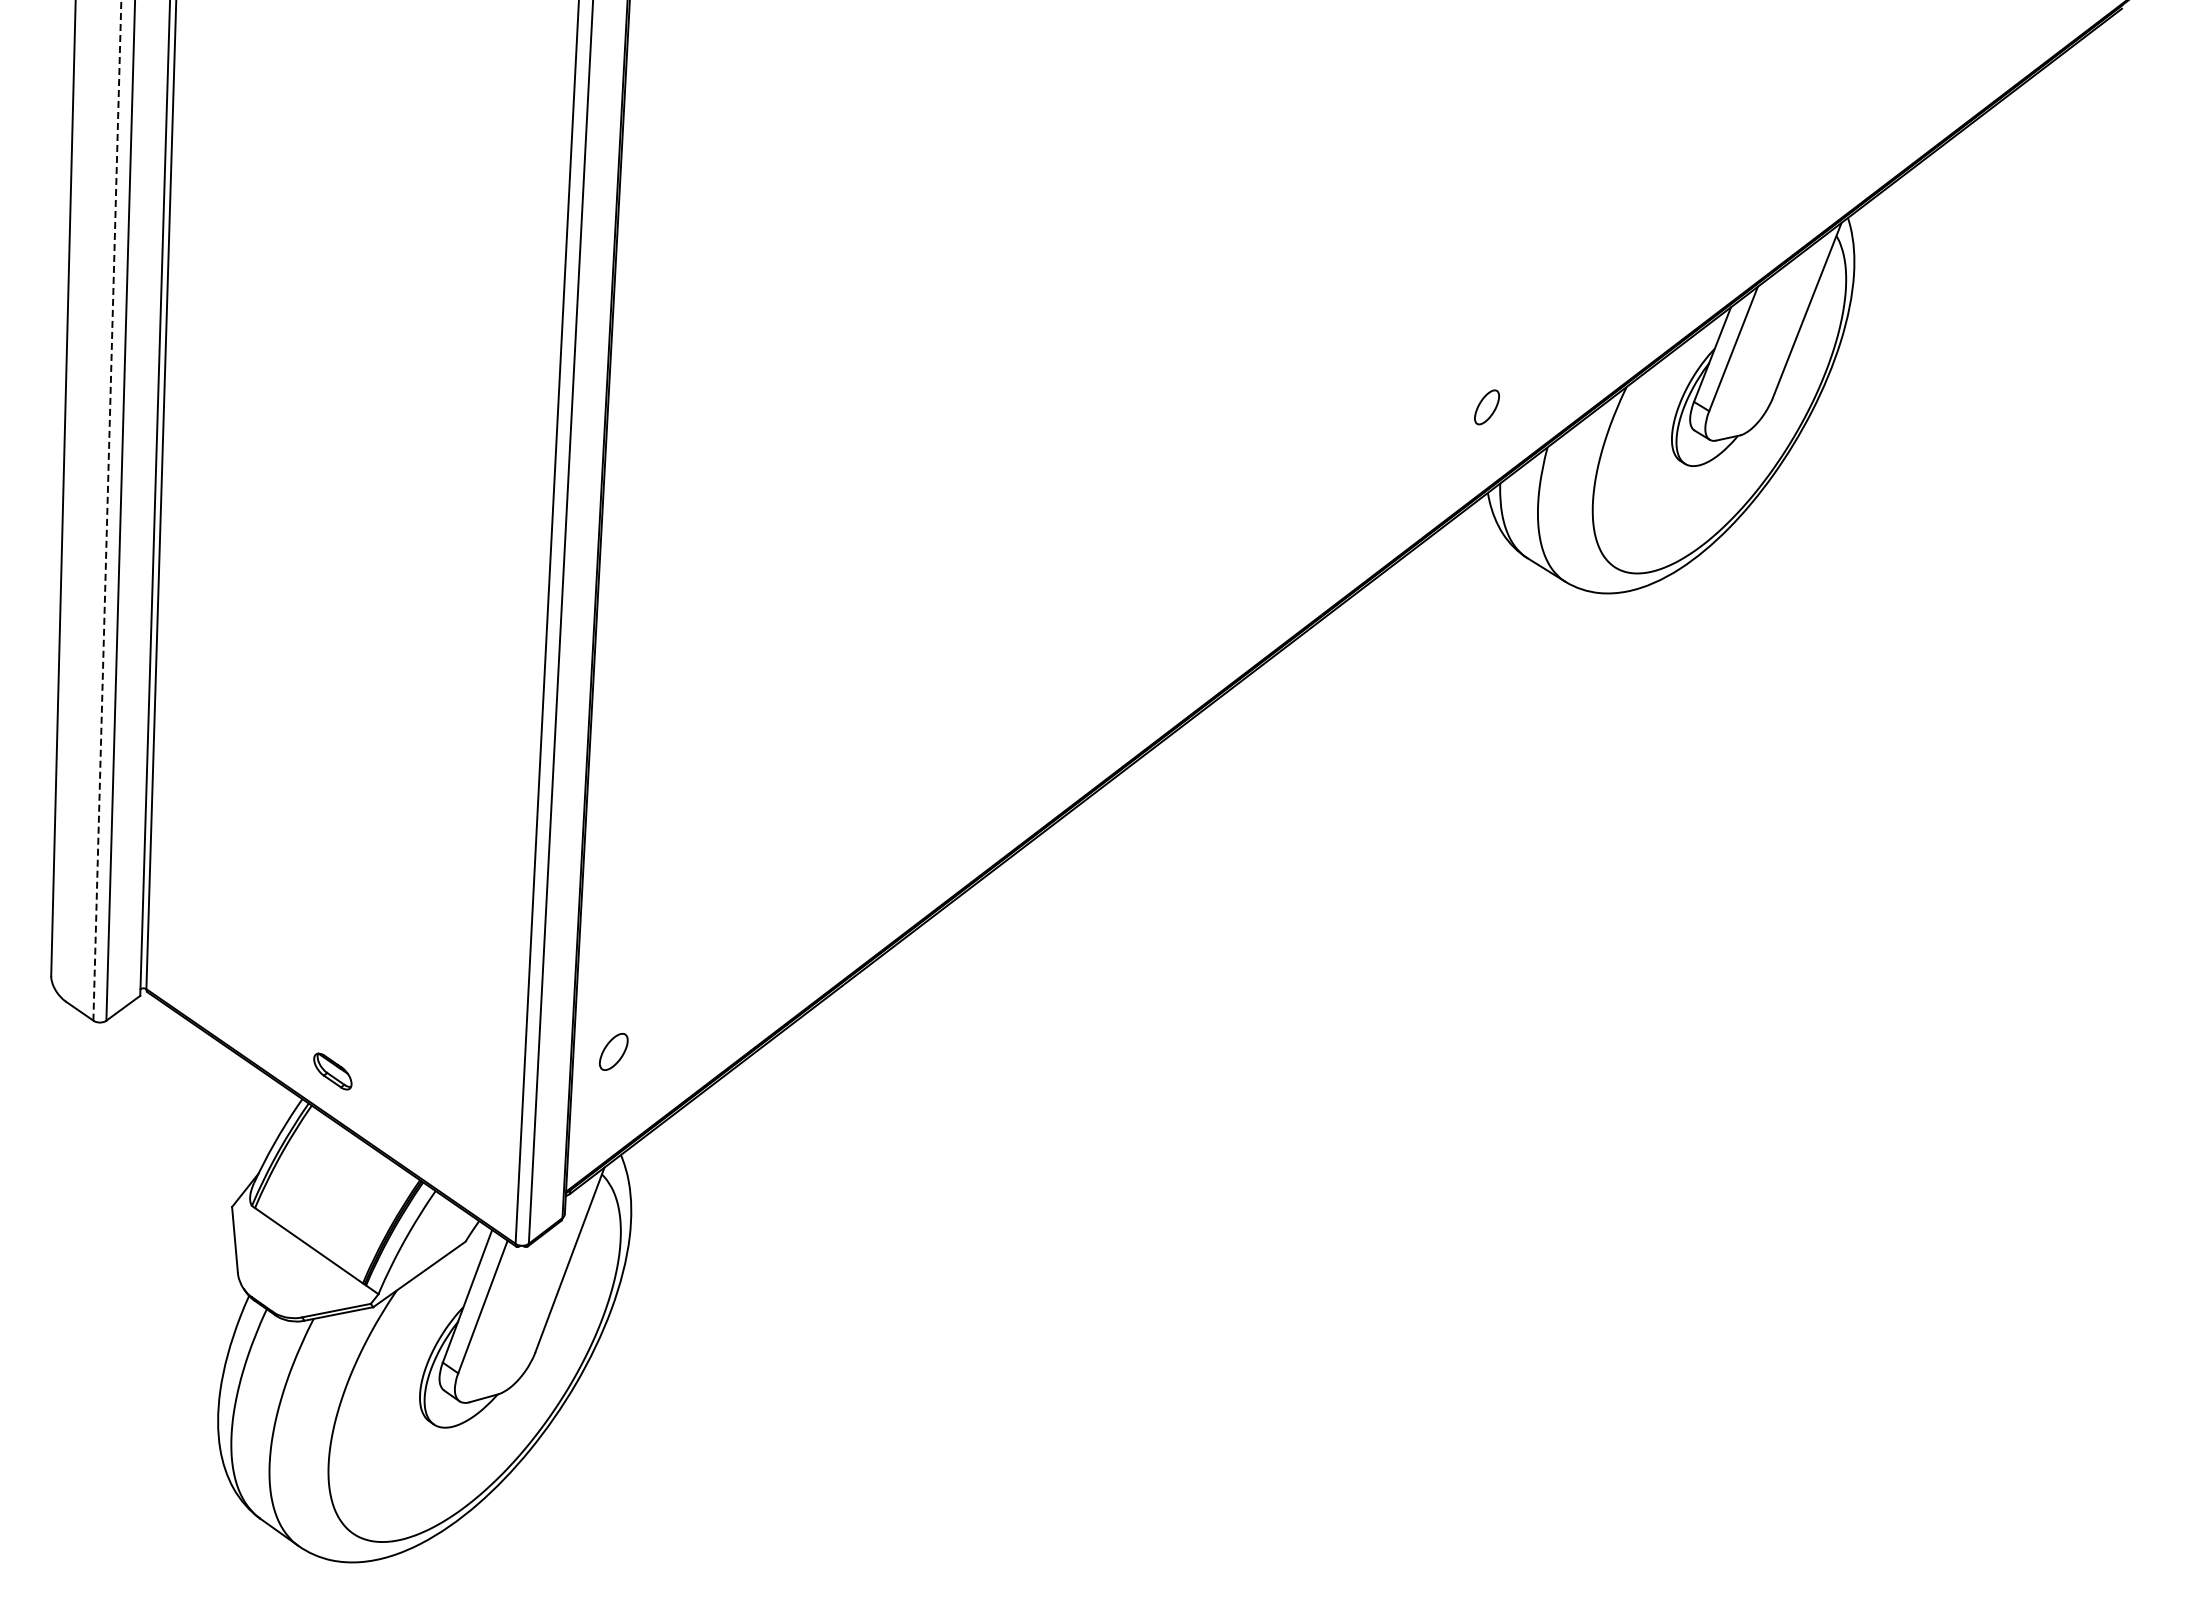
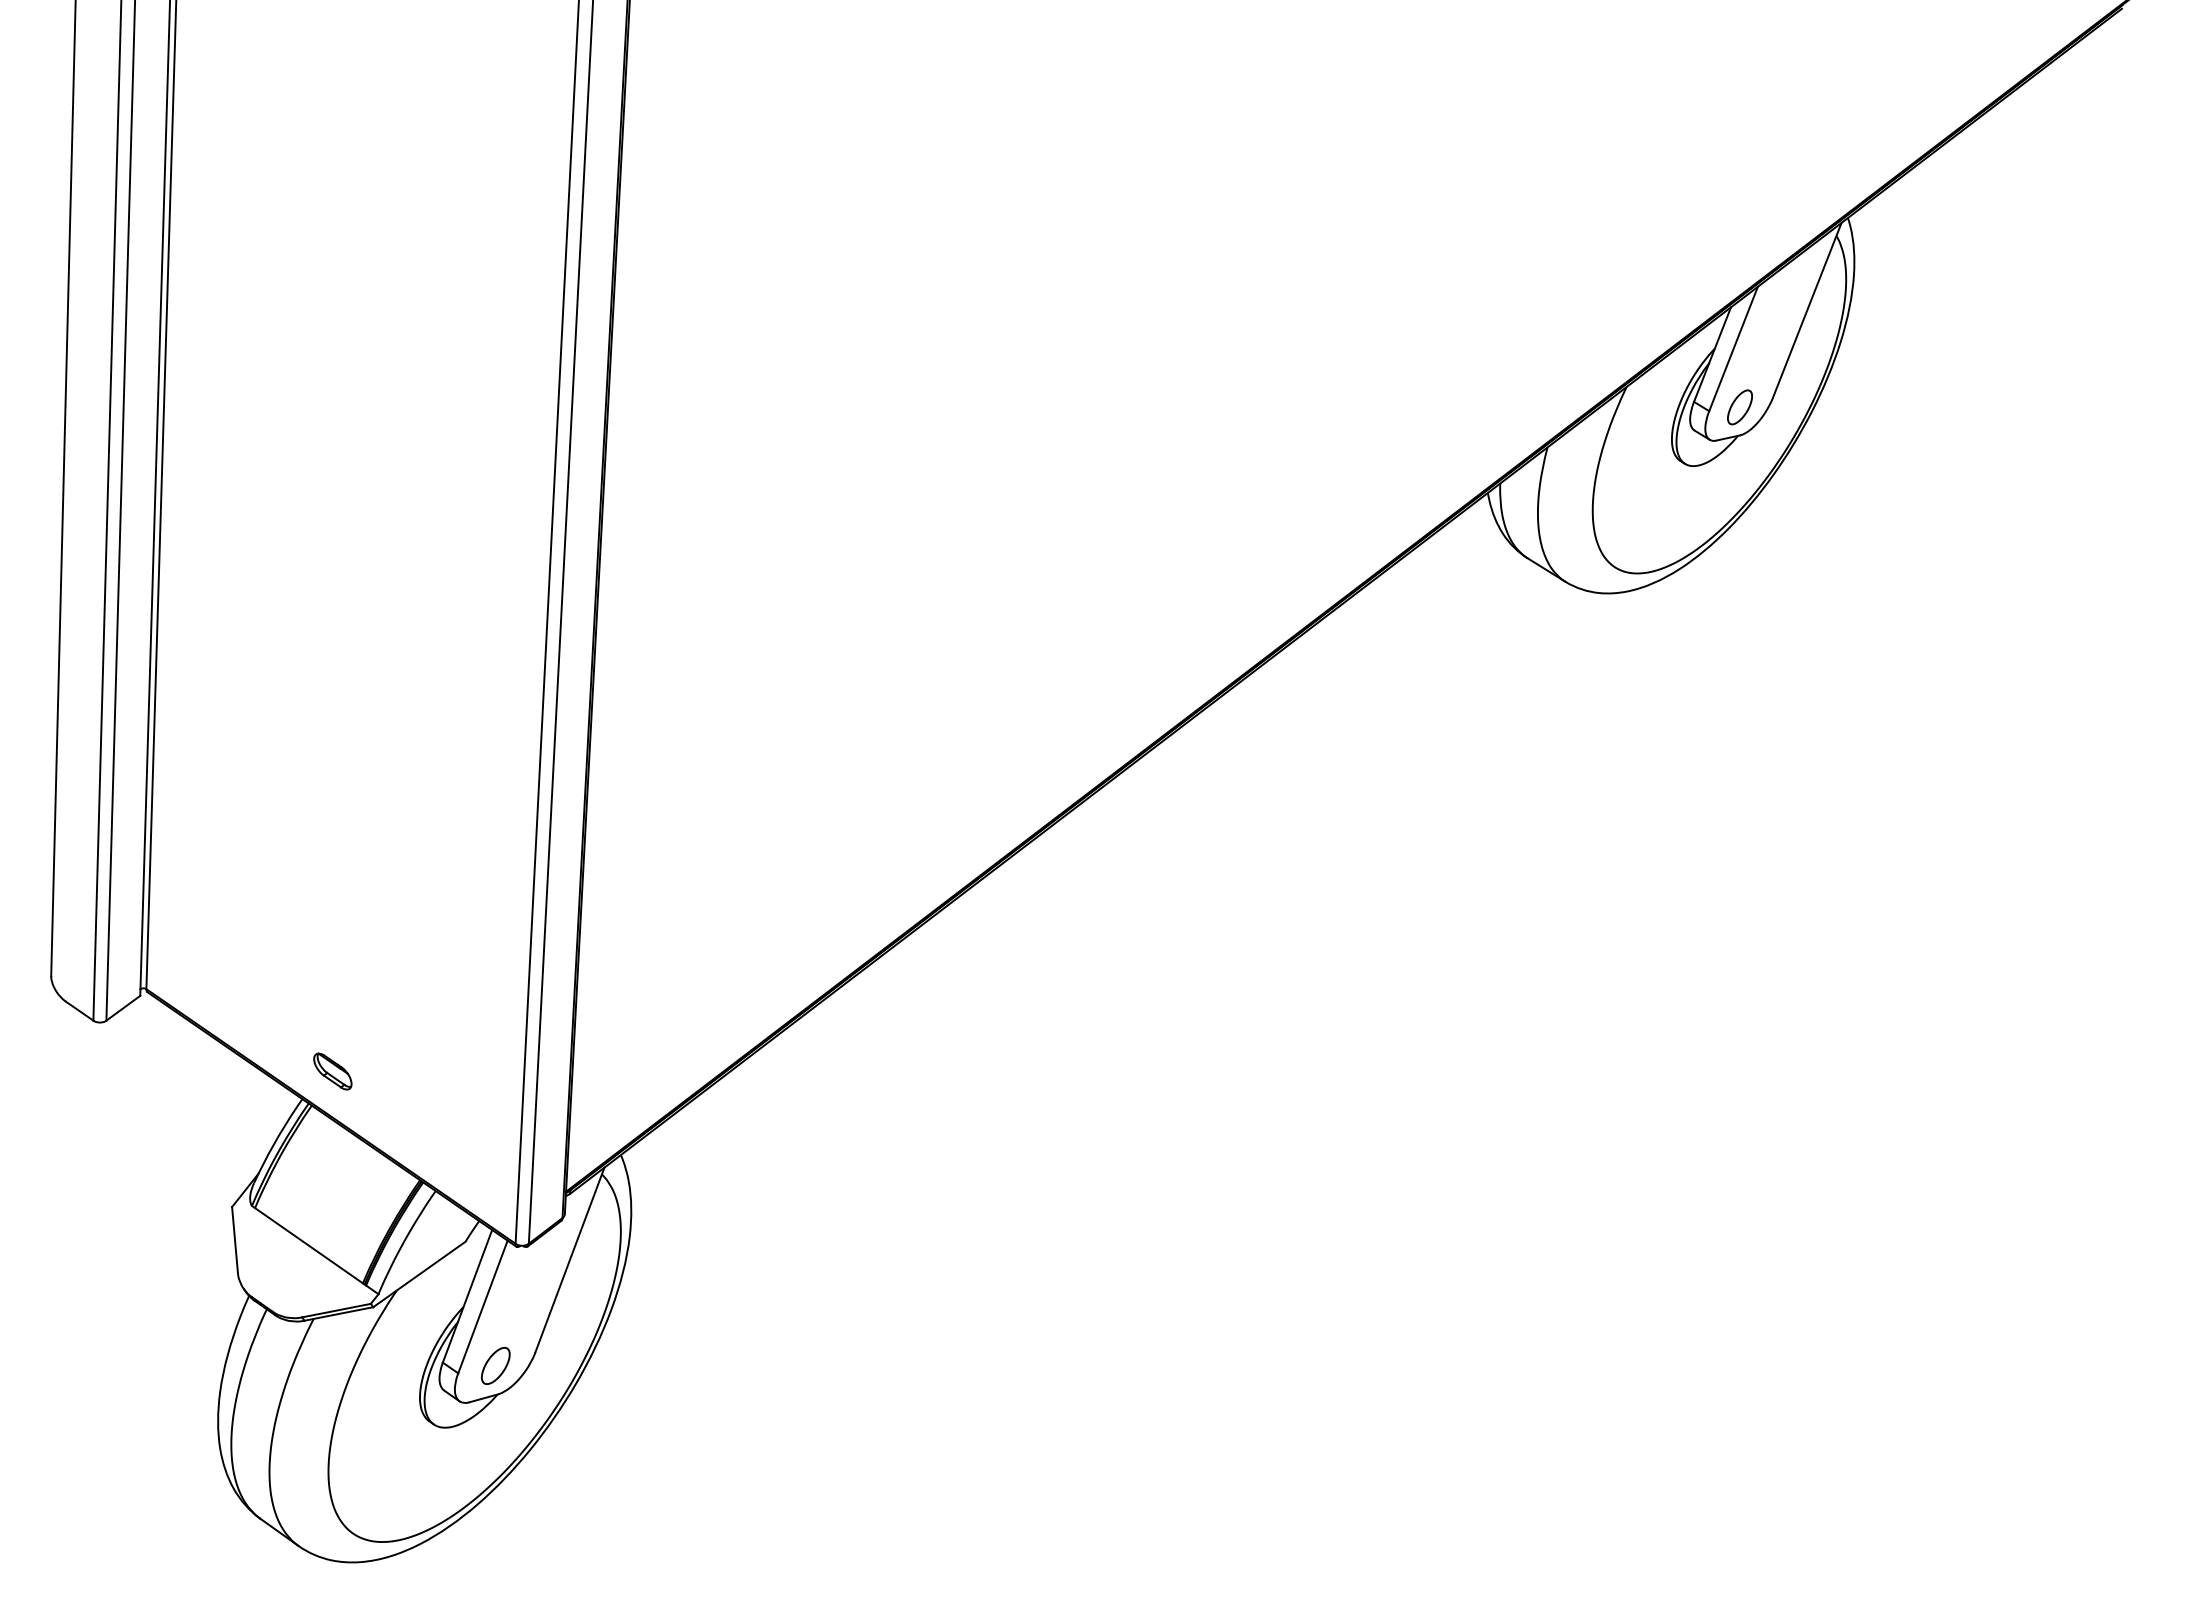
part at (1486, 407) position: (1486, 407) -> (1739, 407)
line at (107, 510): dashed -> solid
part at (613, 1051) position: (613, 1051) -> (495, 1365)
